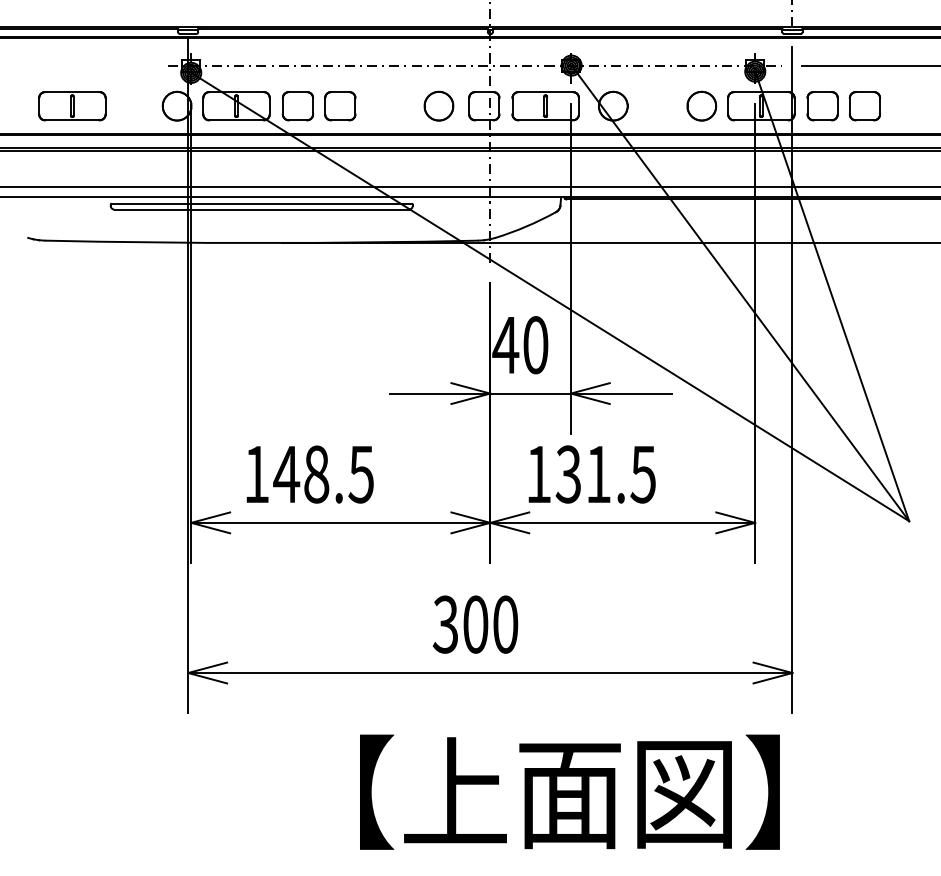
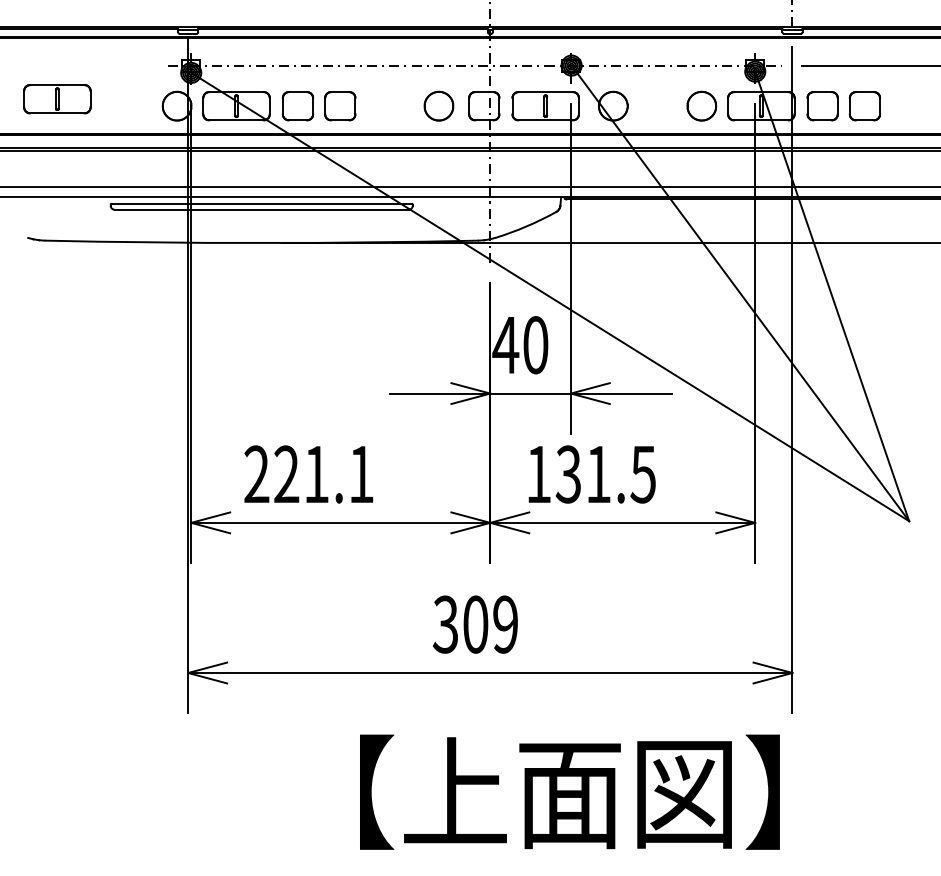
part at (72, 106) position: (72, 106) -> (57, 99)
text at (308, 474): 148.5 -> 221.1
text at (505, 624): 300 -> 309
